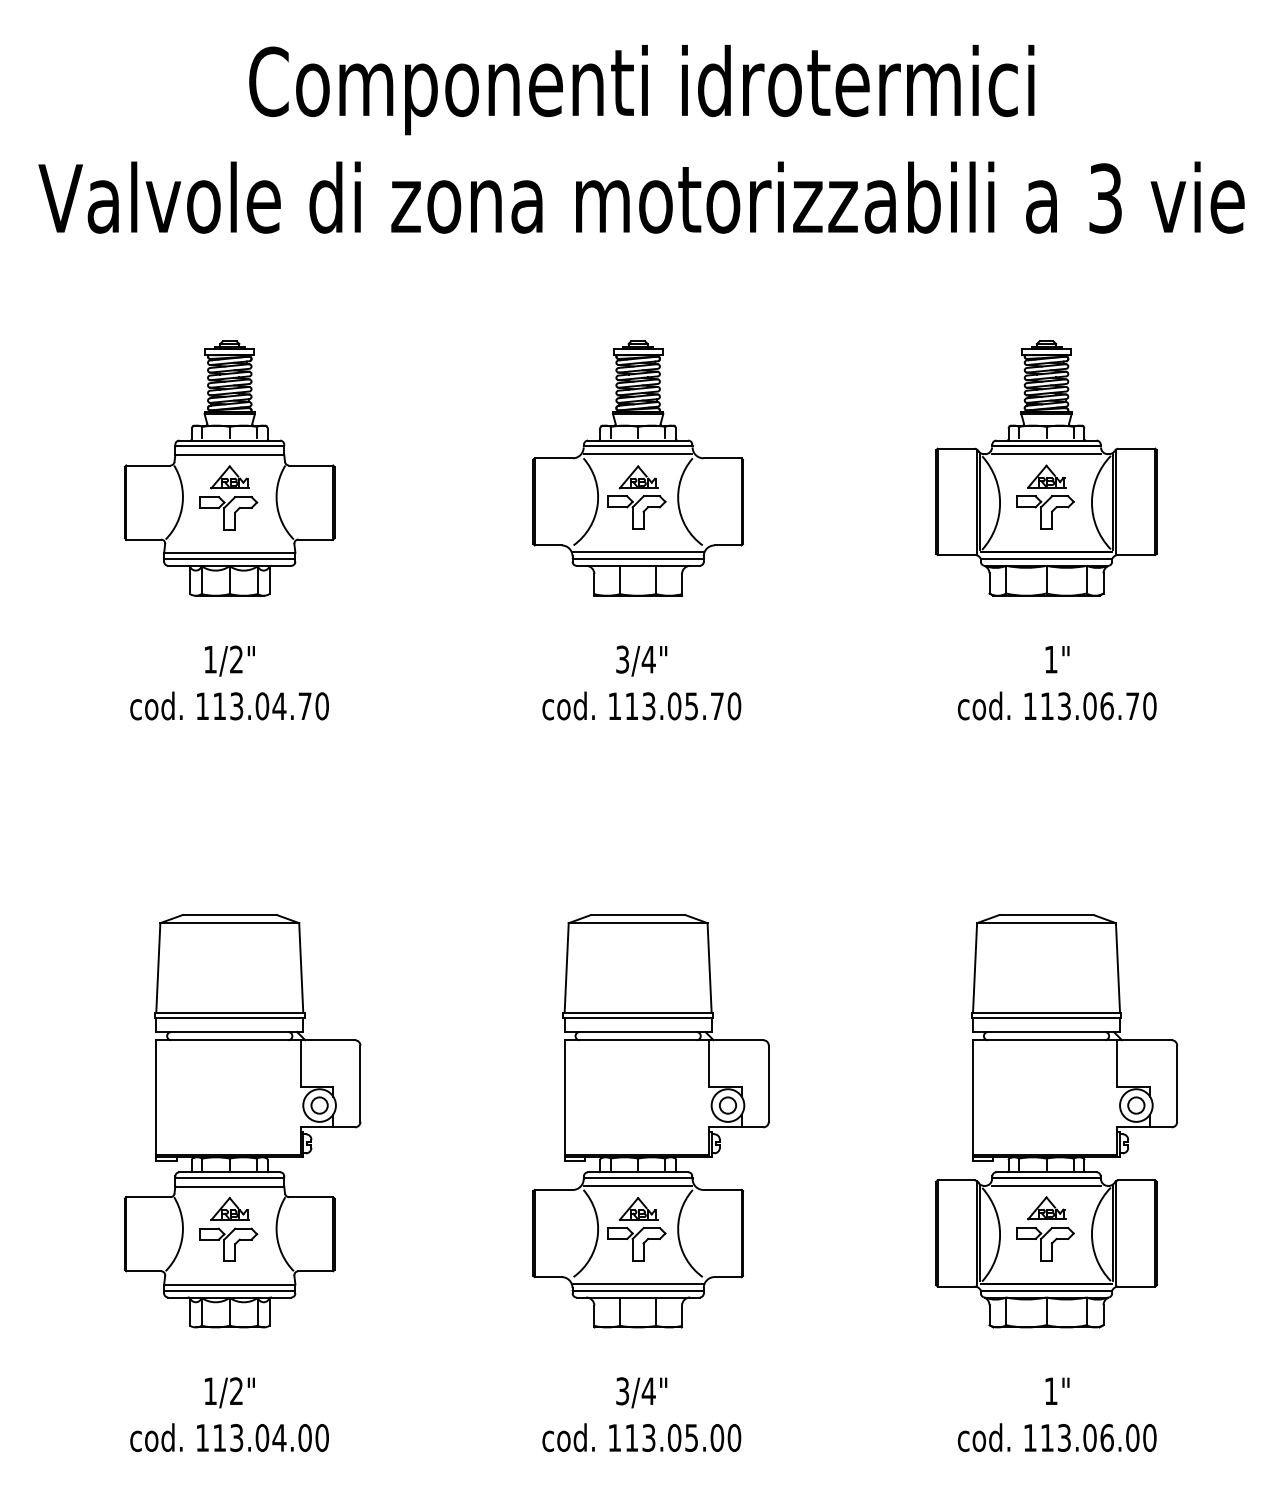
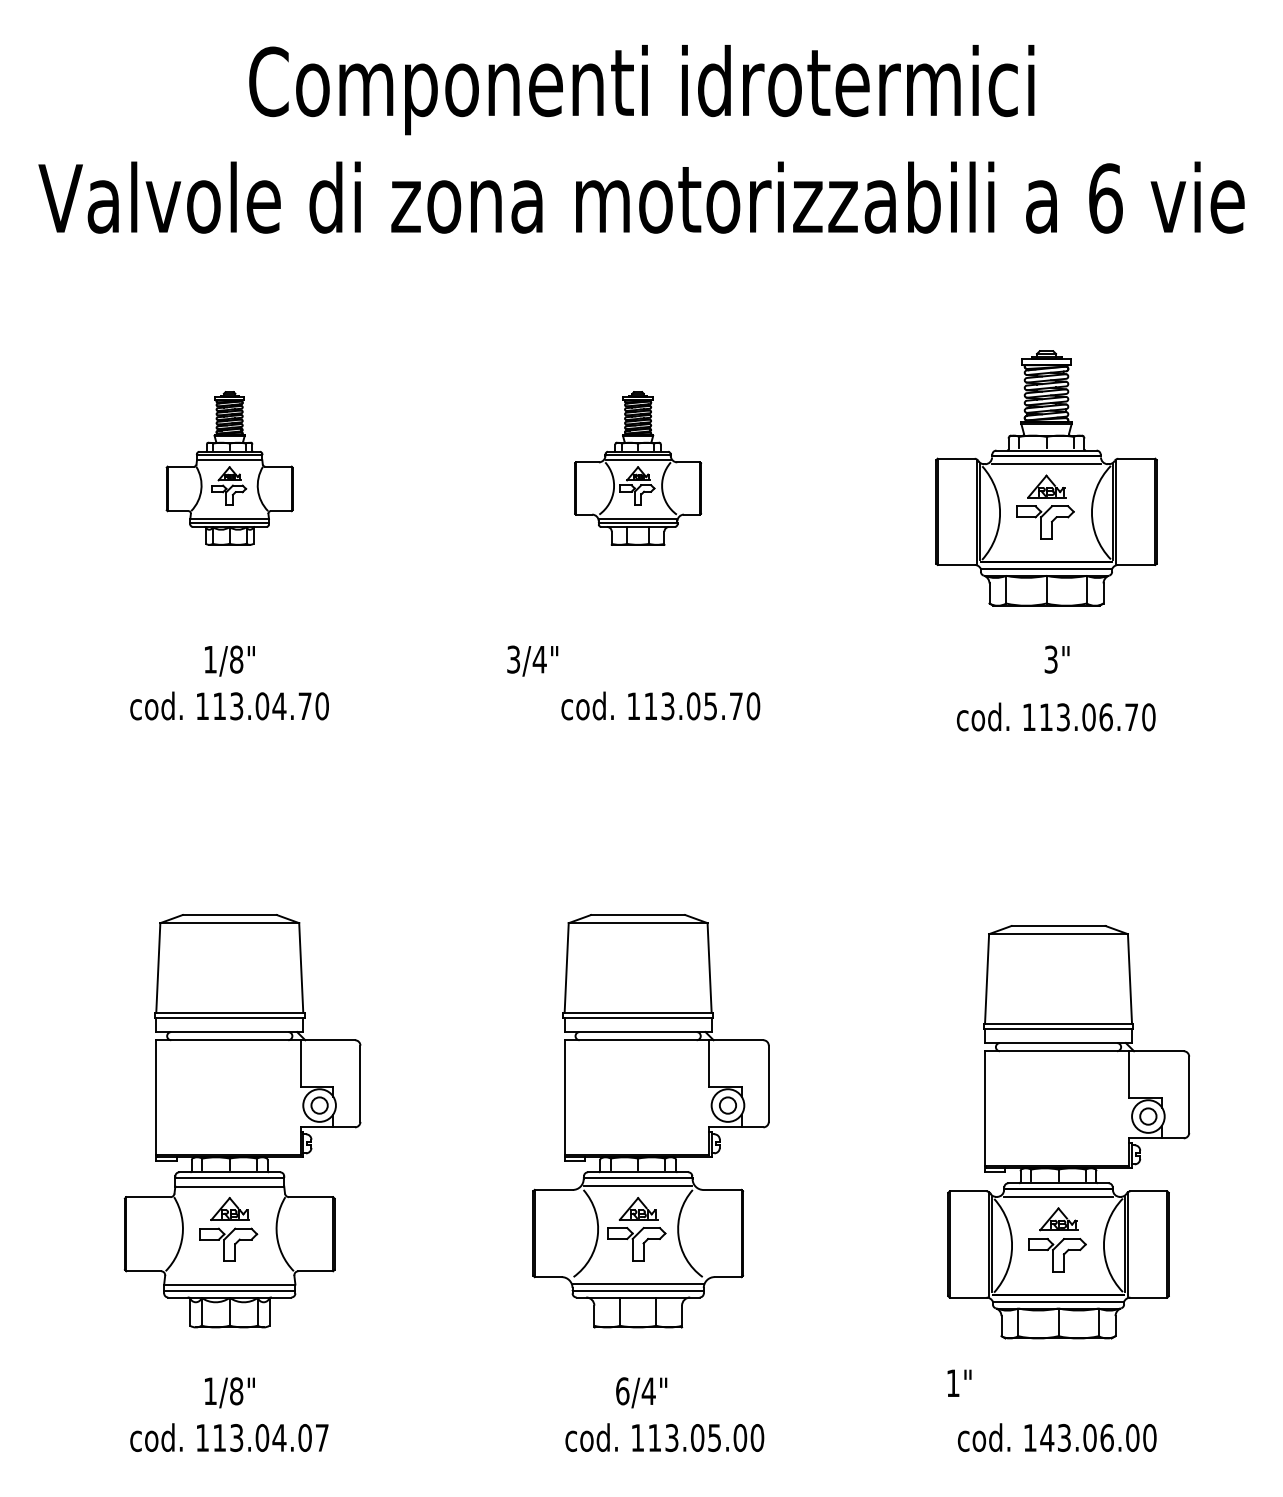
text at (1105, 198): 3 -> 6
part at (229, 468) size: 213x257 px -> 129x155 px
part at (637, 468) size: 212x257 px -> 128x155 px
part at (1046, 468) position: (1046, 468) -> (1046, 478)
text at (236, 659): 1/2" -> 1/8"
text at (1050, 659): 1" -> 3"
text at (641, 660) position: (641, 660) -> (532, 660)
text at (641, 705) position: (641, 705) -> (660, 705)
text at (1057, 705) position: (1057, 705) -> (1056, 716)
part at (1056, 1121) position: (1056, 1121) -> (1068, 1132)
text at (1057, 1390) position: (1057, 1390) -> (959, 1382)
text at (236, 1391): 1/2" -> 1/8"
text at (622, 1391): 3/4" -> 6/4"
text at (321, 1437): 113.04.00 -> 113.04.07
text at (641, 1437) position: (641, 1437) -> (664, 1437)
text at (1047, 1437): 113.06.00 -> 143.06.00
